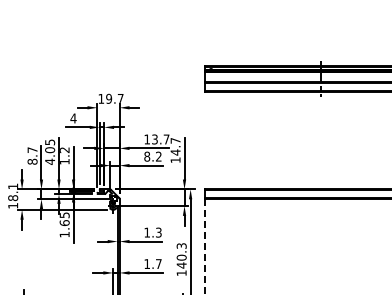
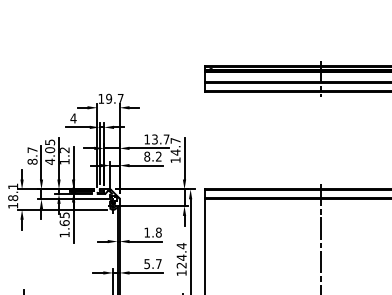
text at (158, 232): 1.3 -> 1.8
line at (320, 237): none -> present
line at (205, 247): dashed -> solid
text at (181, 255): 140.3 -> 124.4
text at (146, 264): 1.7 -> 5.7
